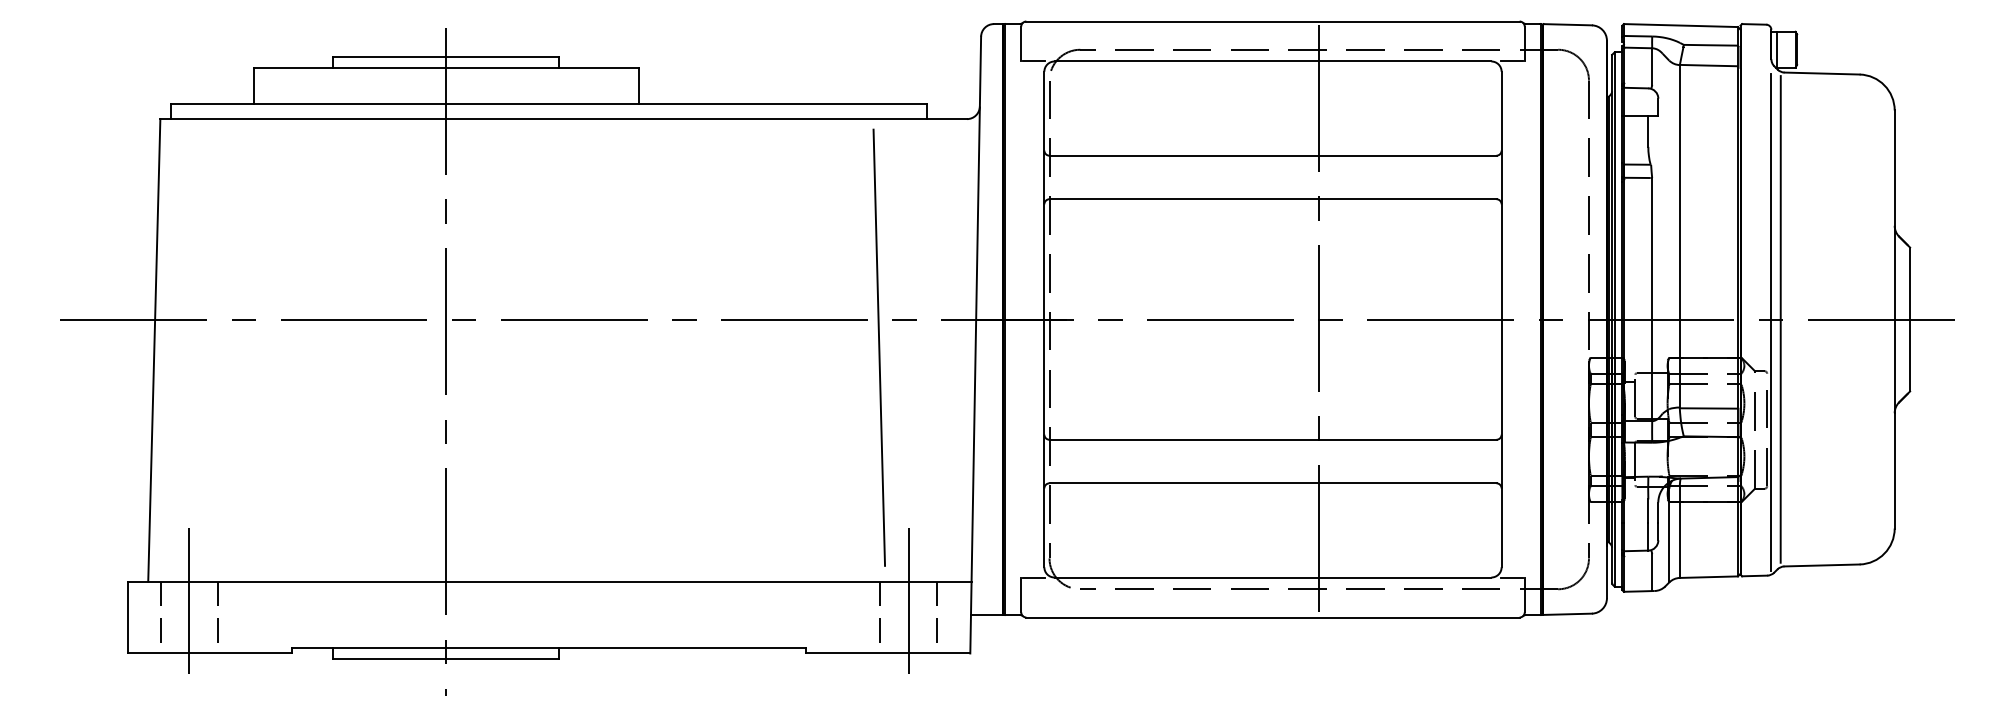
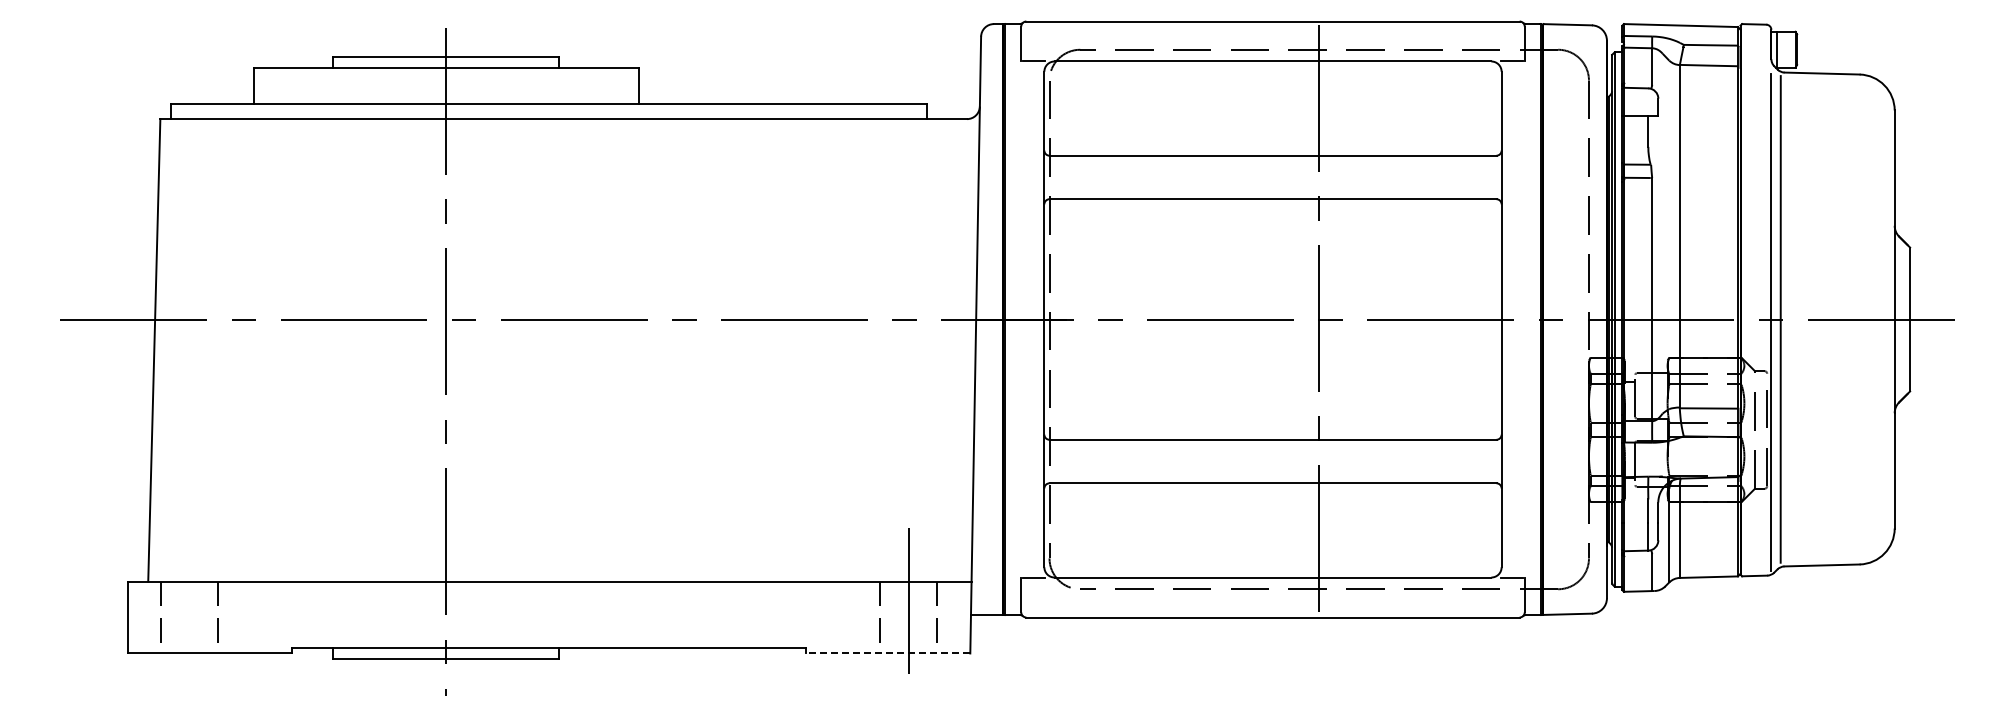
line at (879, 347): present -> none
line at (189, 606): present -> none
line at (887, 653): solid -> dashed
